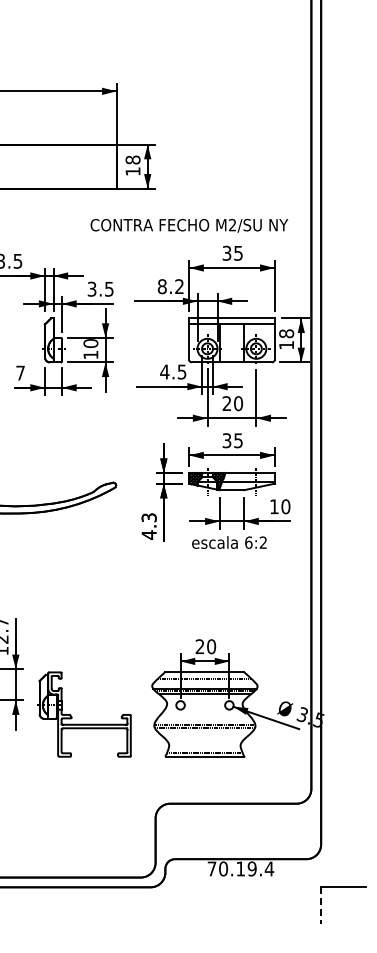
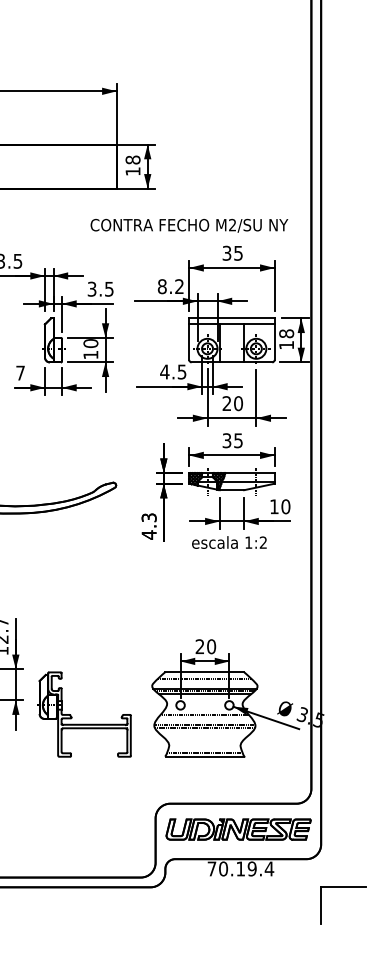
text at (248, 542): 6:2 -> 1:2
line at (204, 715): none -> present
part at (238, 829): none -> present
line at (321, 905): dashed -> solid
